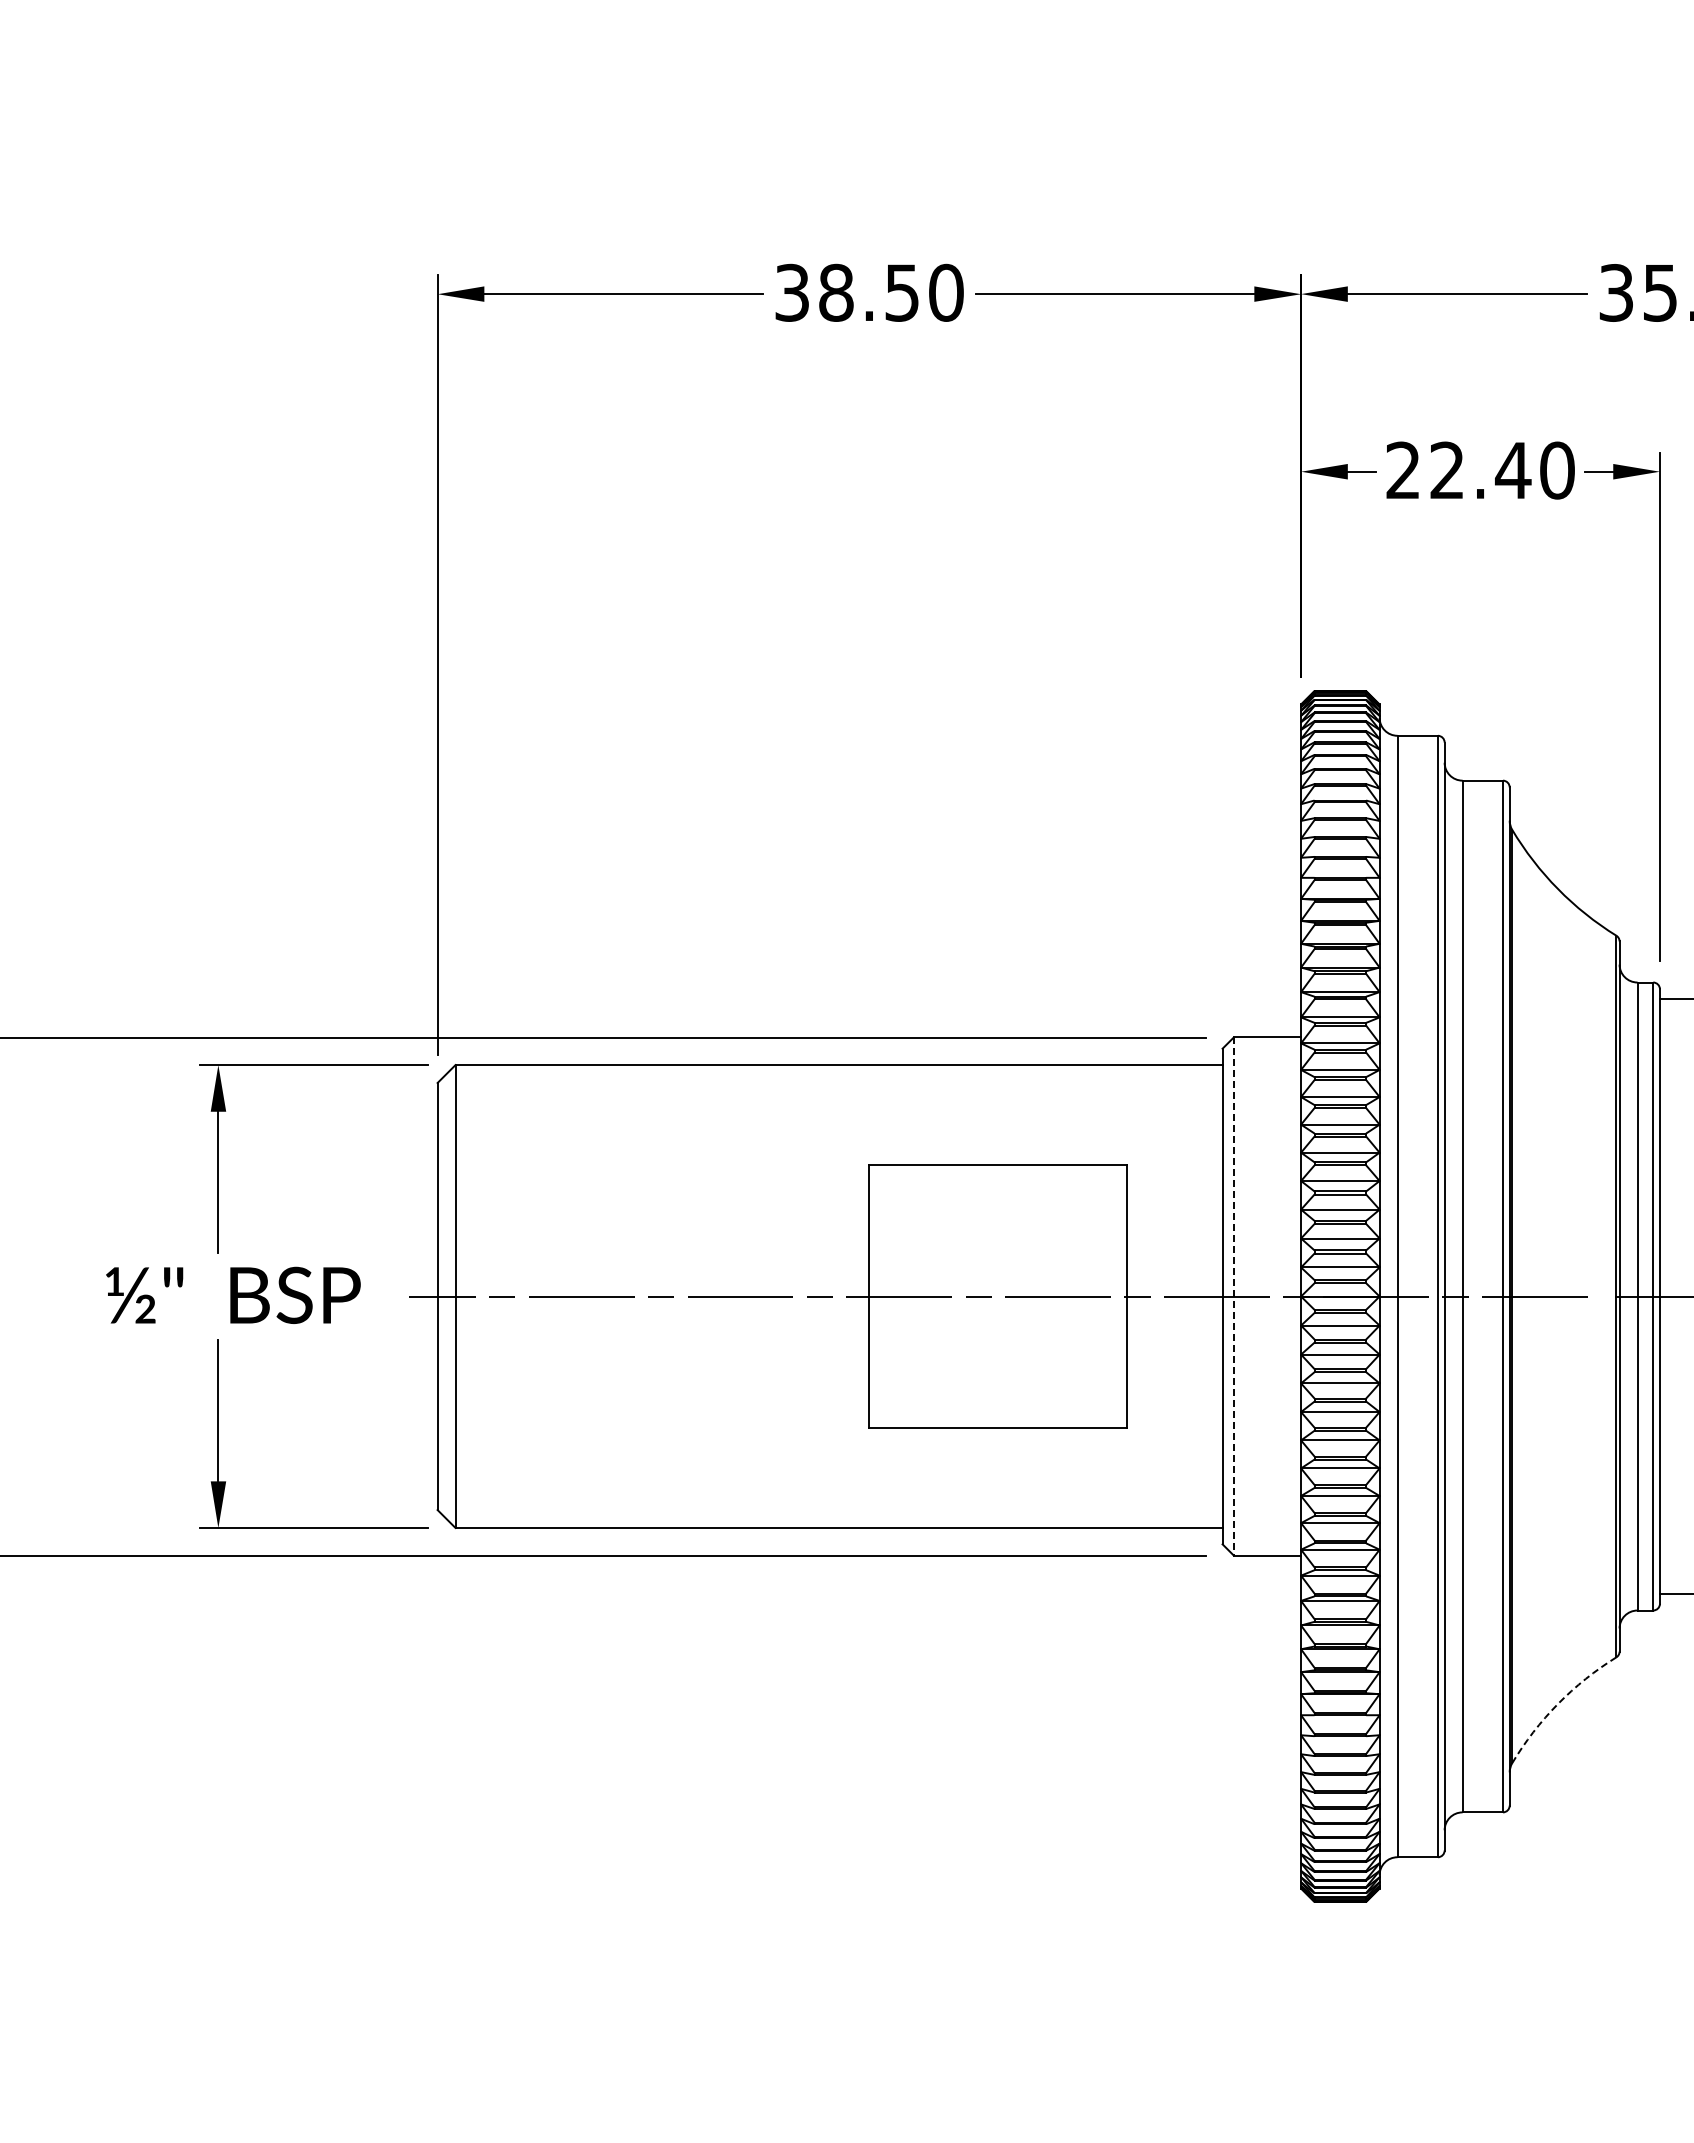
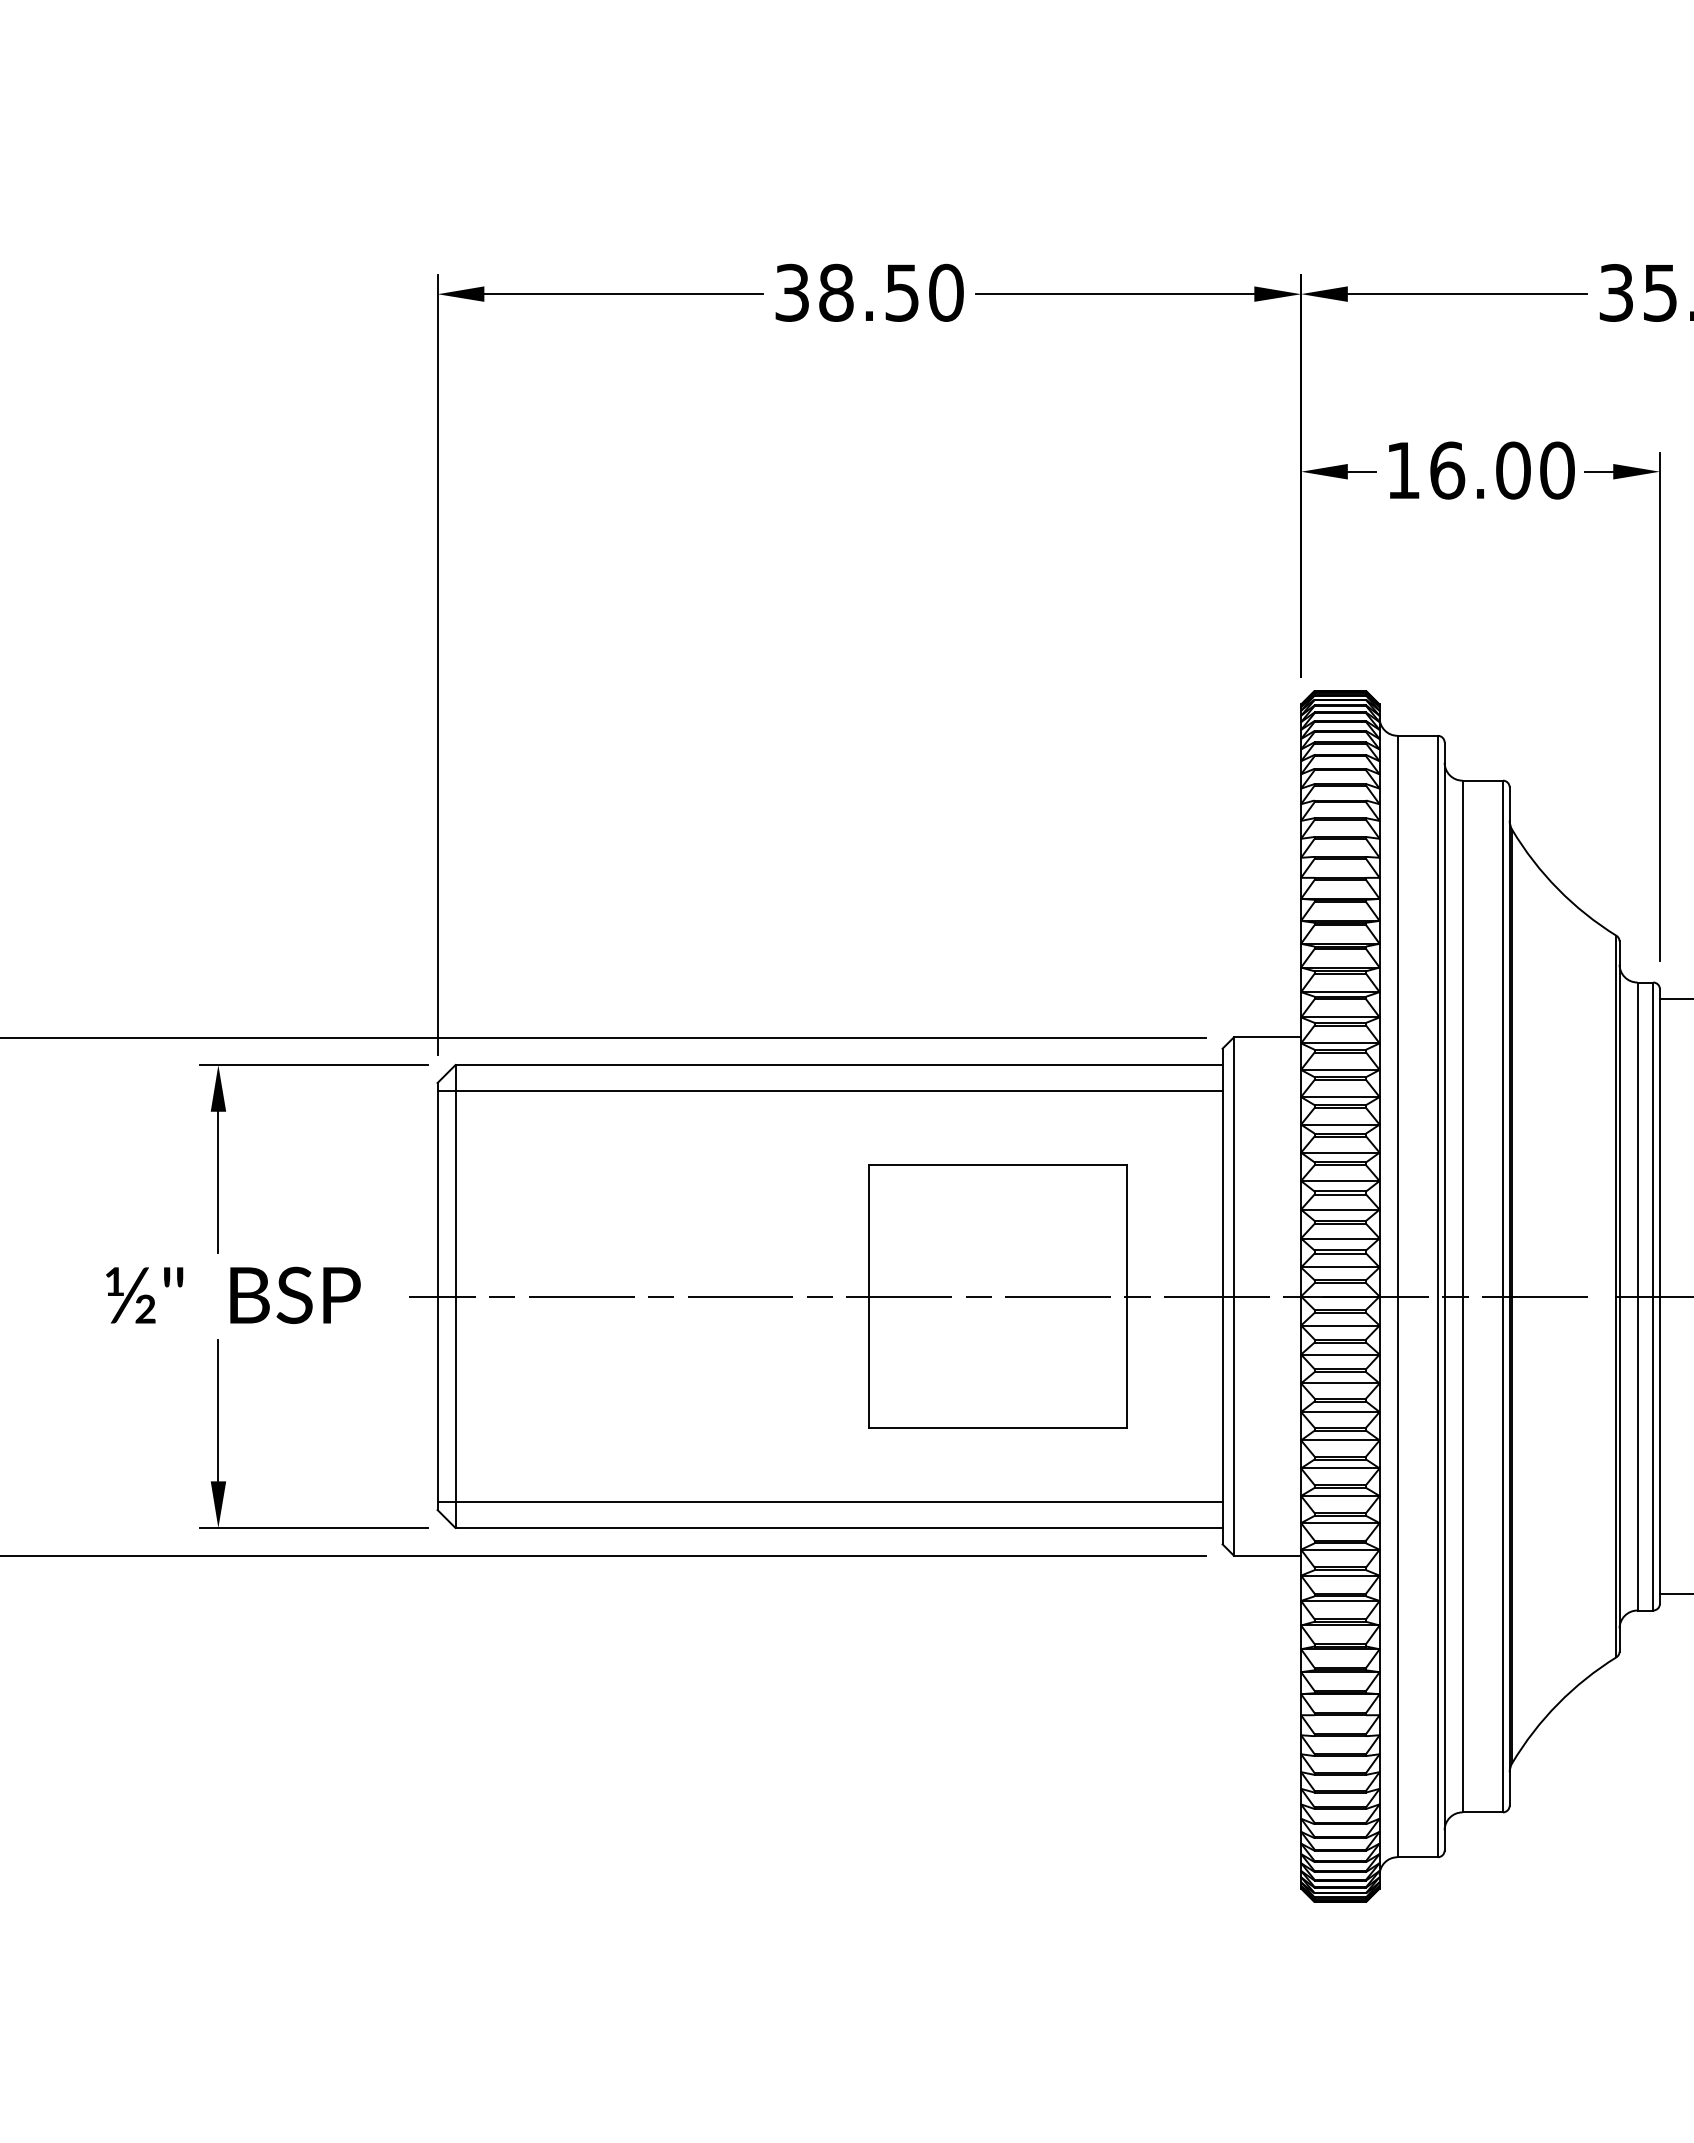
text at (1458, 470): 22.40 -> 16.00
line at (829, 1091): none -> present
line at (1233, 1297): dashed -> solid
line at (829, 1501): none -> present
arc at (1557, 1704): dashed -> solid
